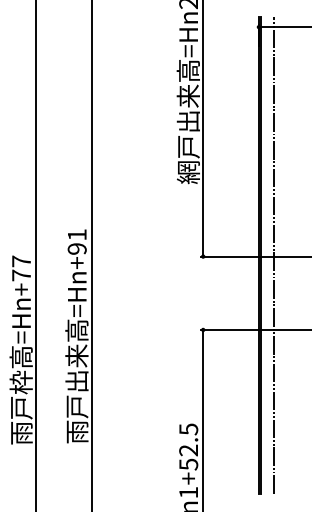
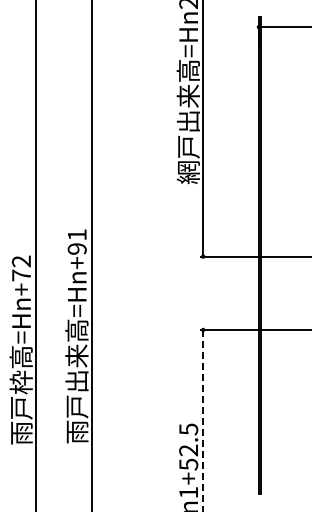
line at (274, 254): present -> none
text at (21, 261): =Hn+77 -> =Hn+72
line at (203, 420): solid -> dashed
